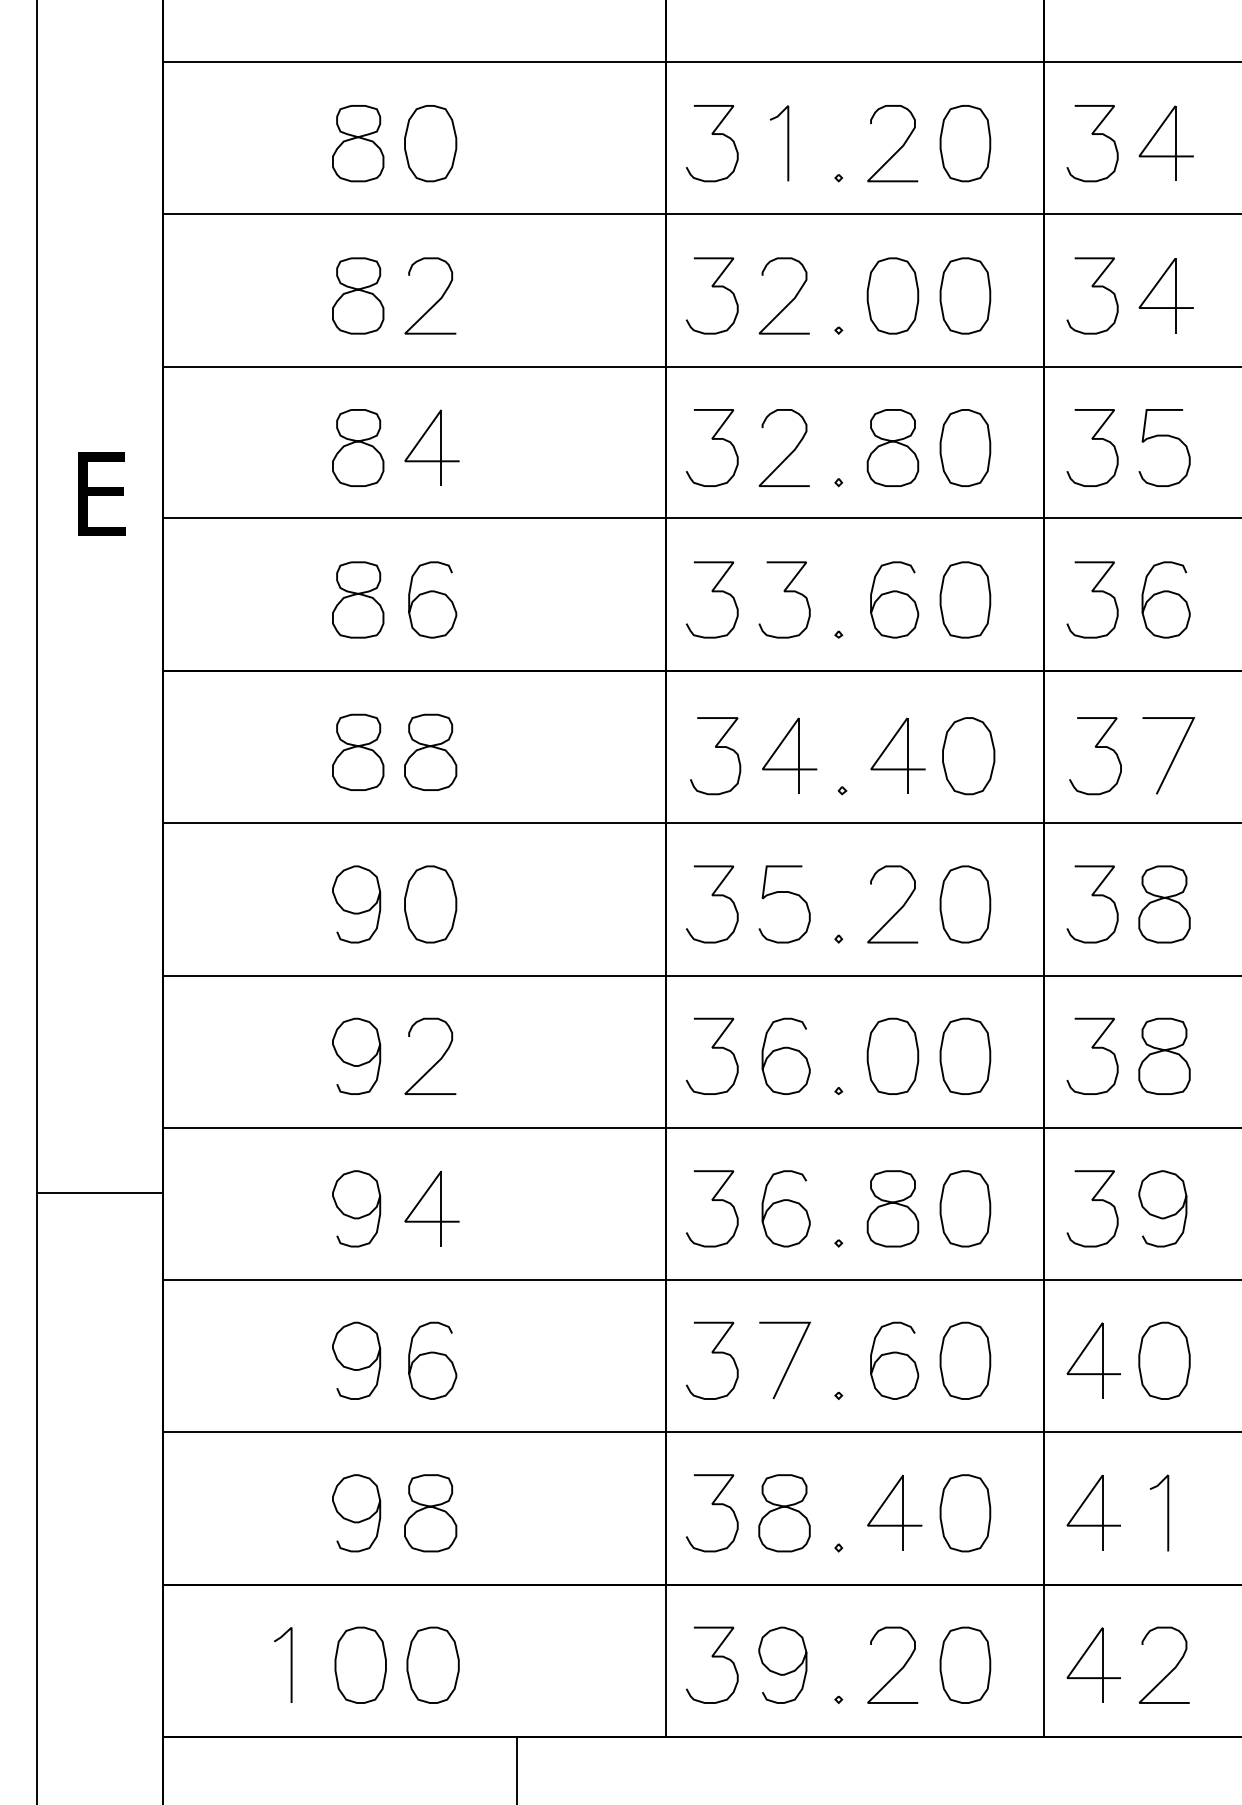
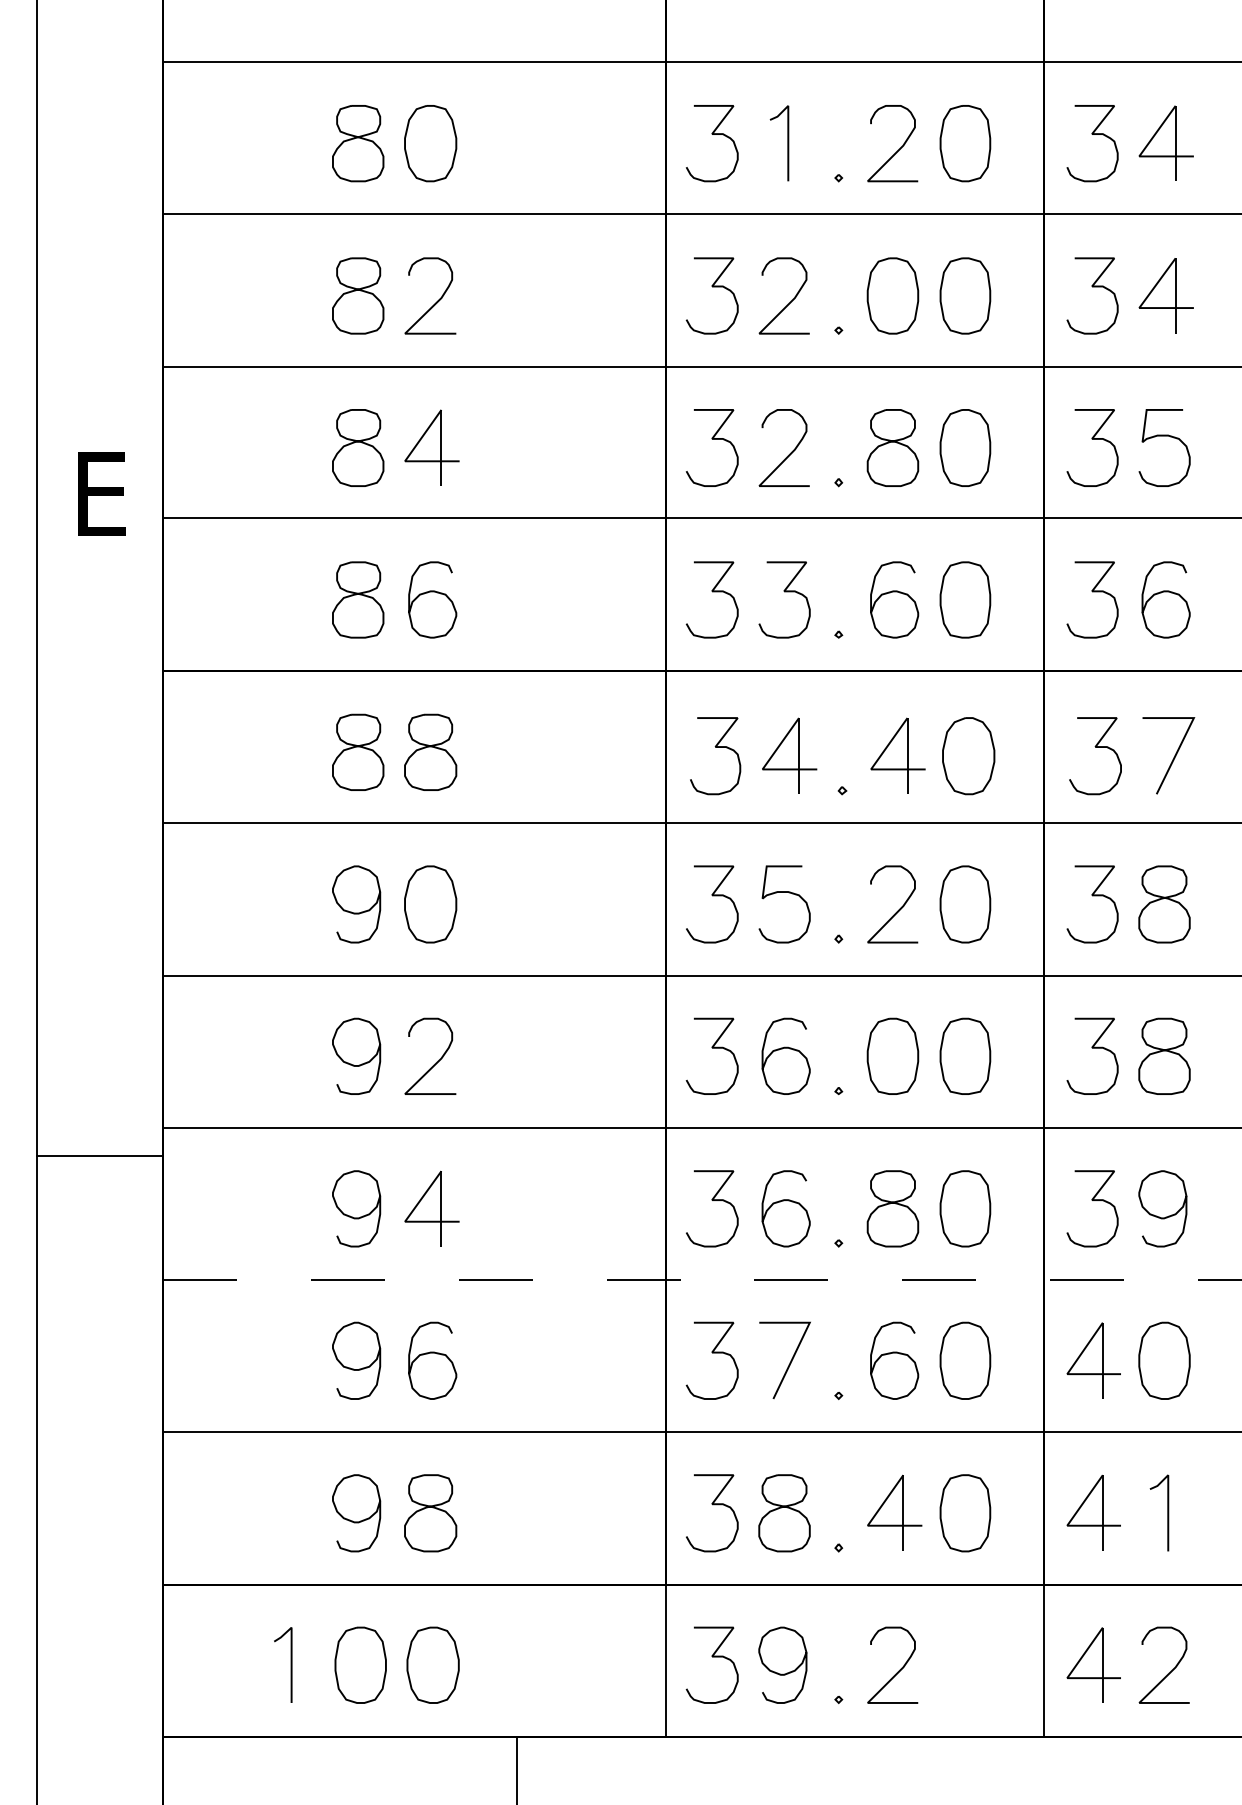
line at (100, 1192) position: (100, 1192) -> (100, 1155)
line at (702, 1279): solid -> dashed
part at (965, 1664): present -> none
